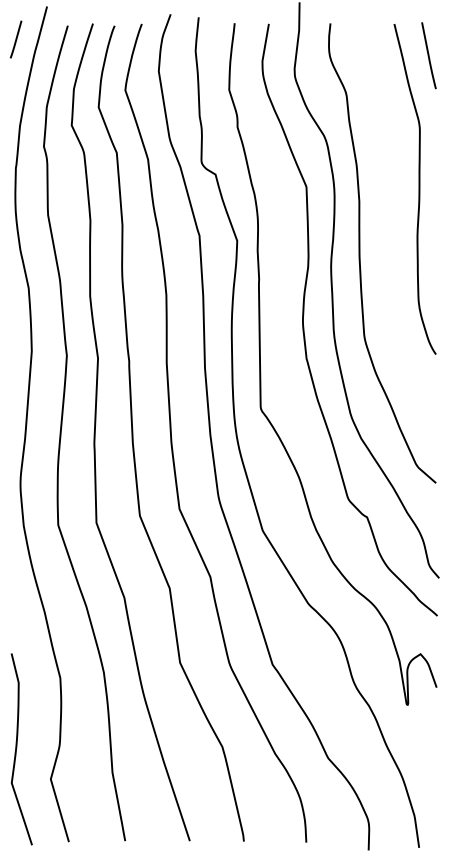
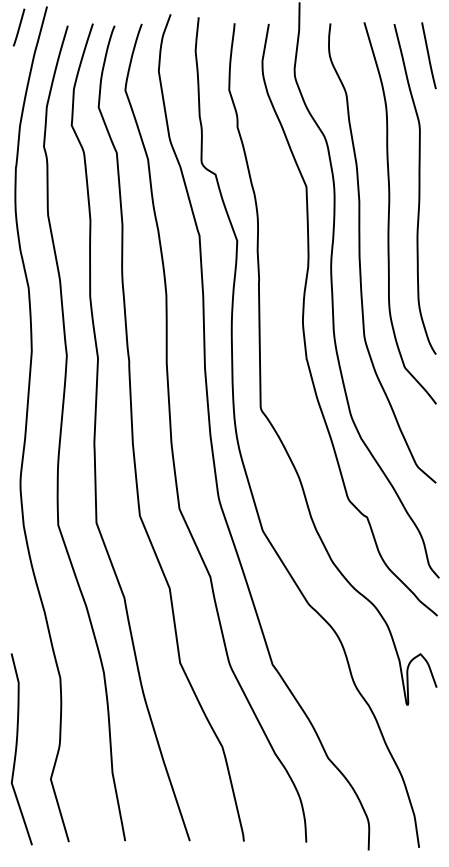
line at (15, 39) position: (15, 39) -> (18, 27)
curve at (389, 213): none -> present
